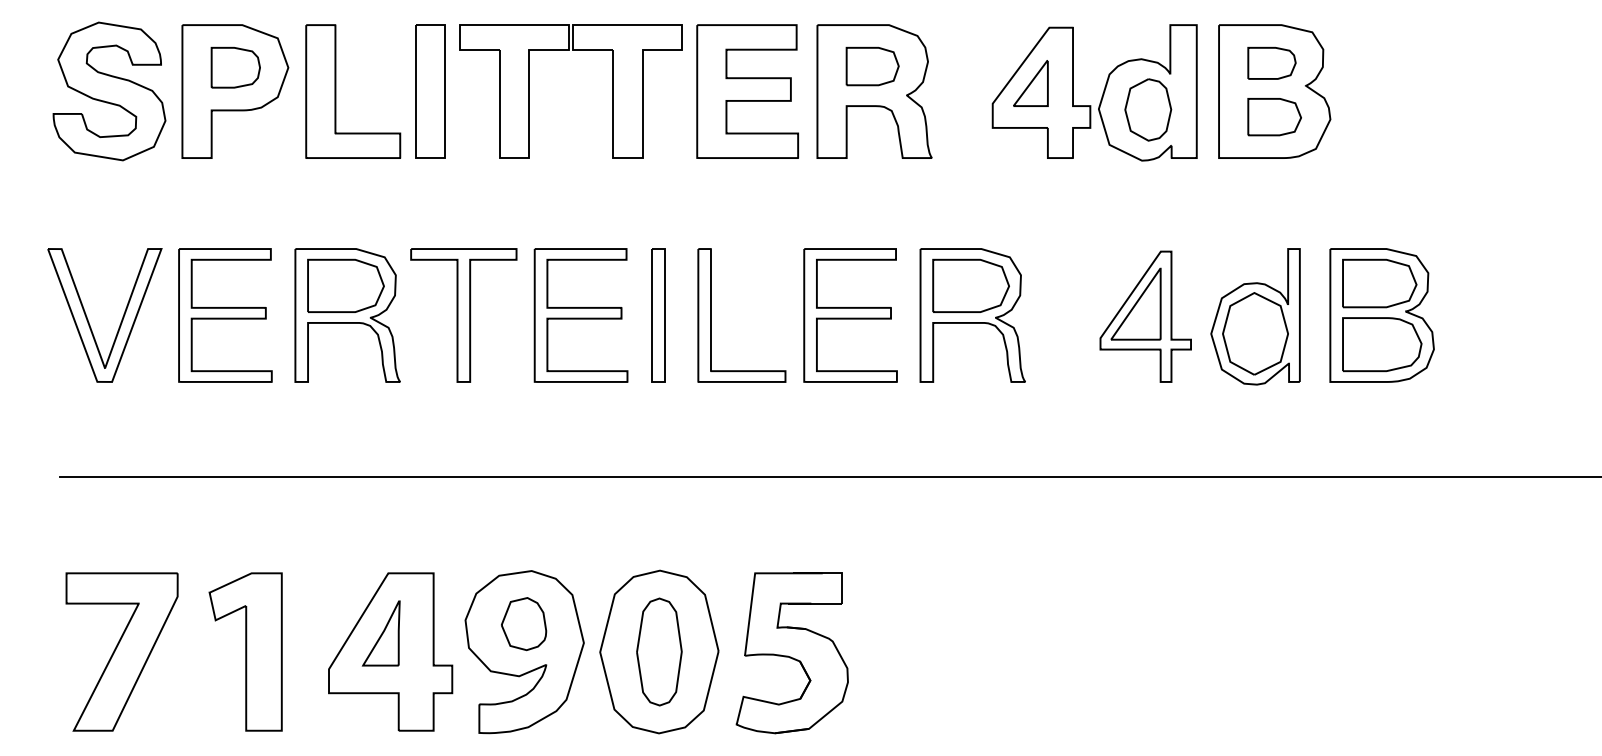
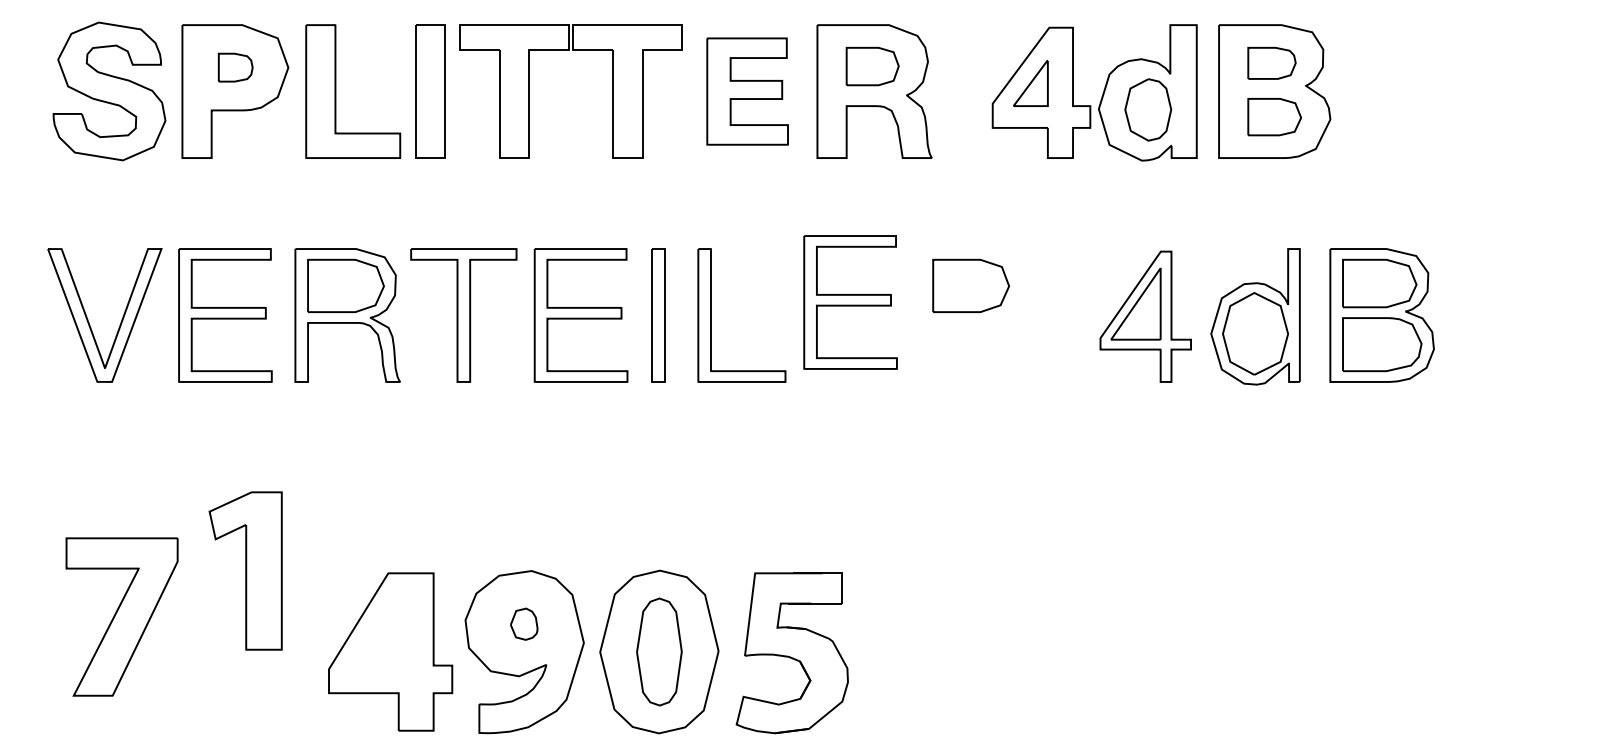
part at (235, 67) size: 51x43 px -> 37x31 px
part at (747, 91) size: 103x135 px -> 83x109 px
part at (850, 315) position: (850, 315) -> (850, 302)
part at (972, 315): present -> none
line at (829, 476): present -> none
part at (524, 624) size: 47x55 px -> 29x34 px
curve at (381, 633): present -> none
part at (121, 651) position: (121, 651) -> (121, 616)
part at (245, 651) position: (245, 651) -> (245, 570)
